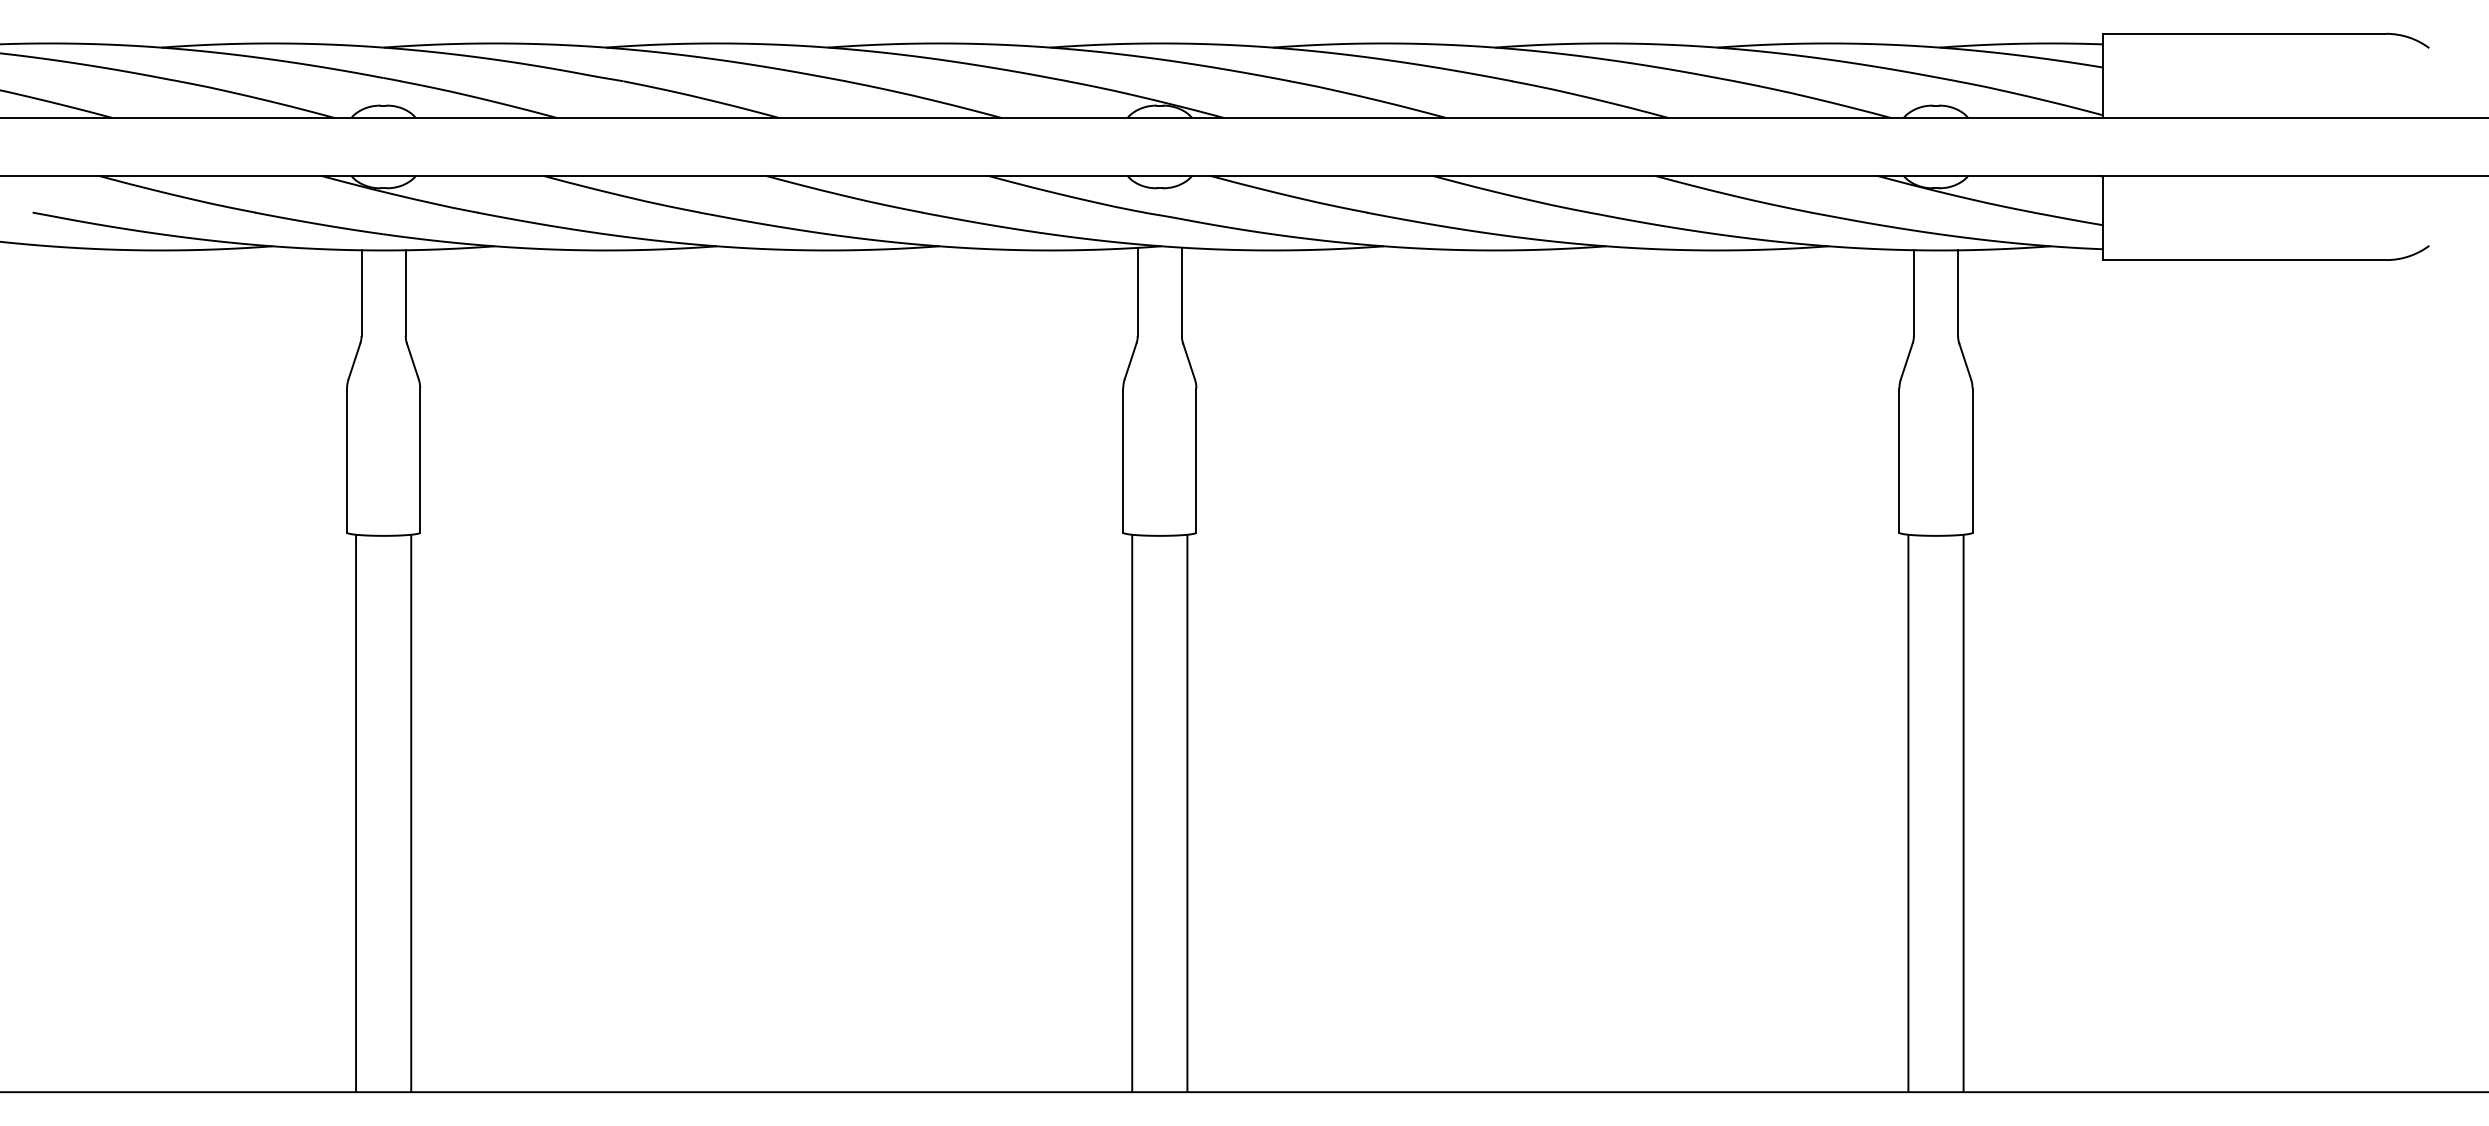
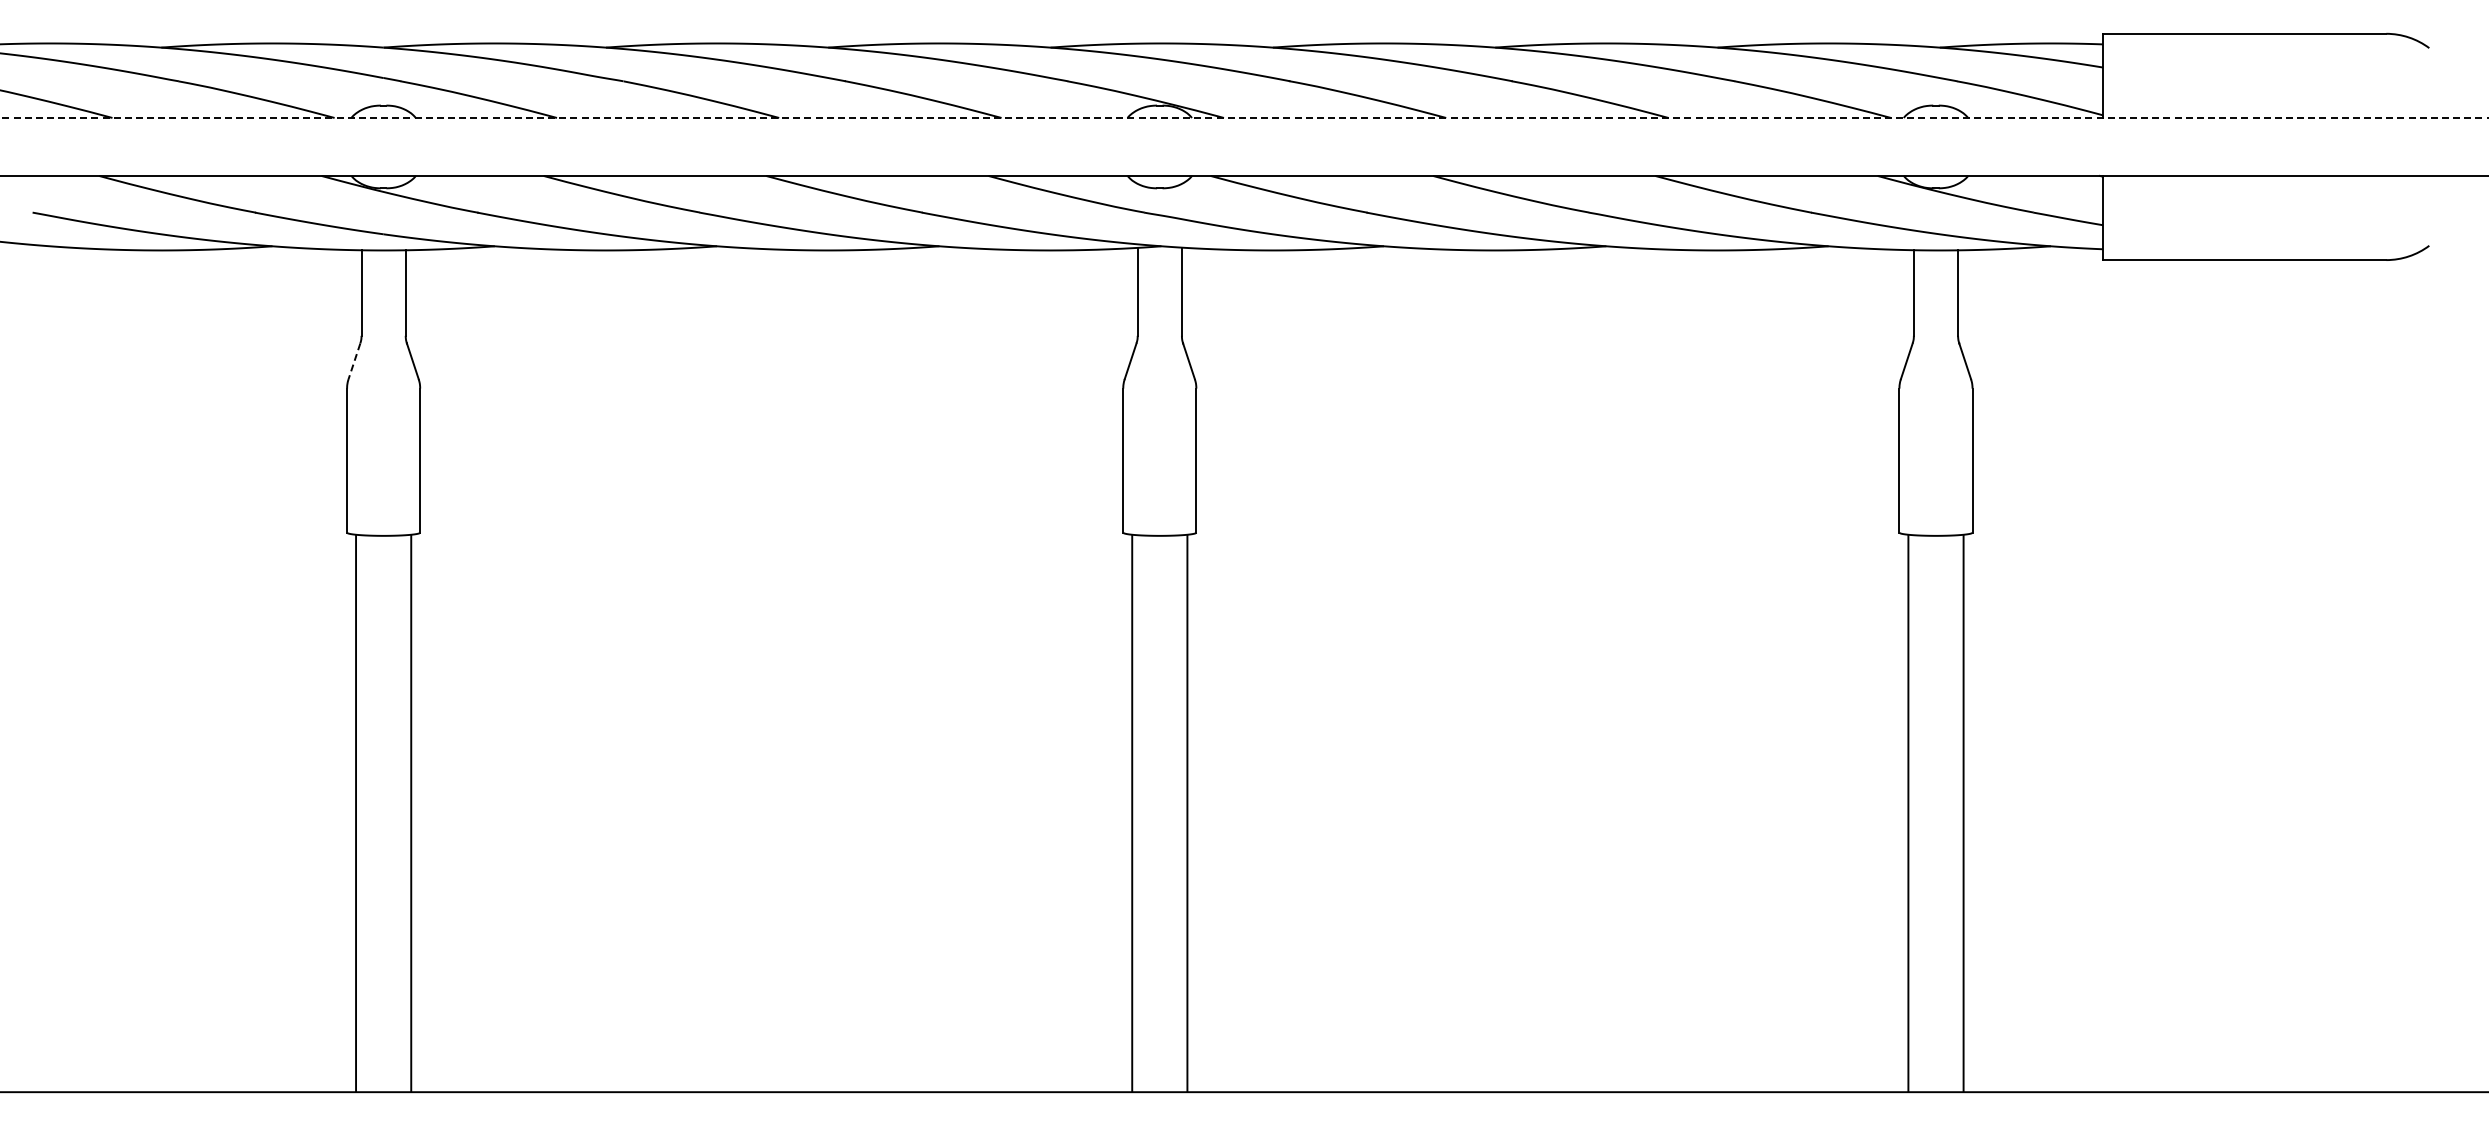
line at (1244, 117): solid -> dashed
line at (354, 361): solid -> dashed
